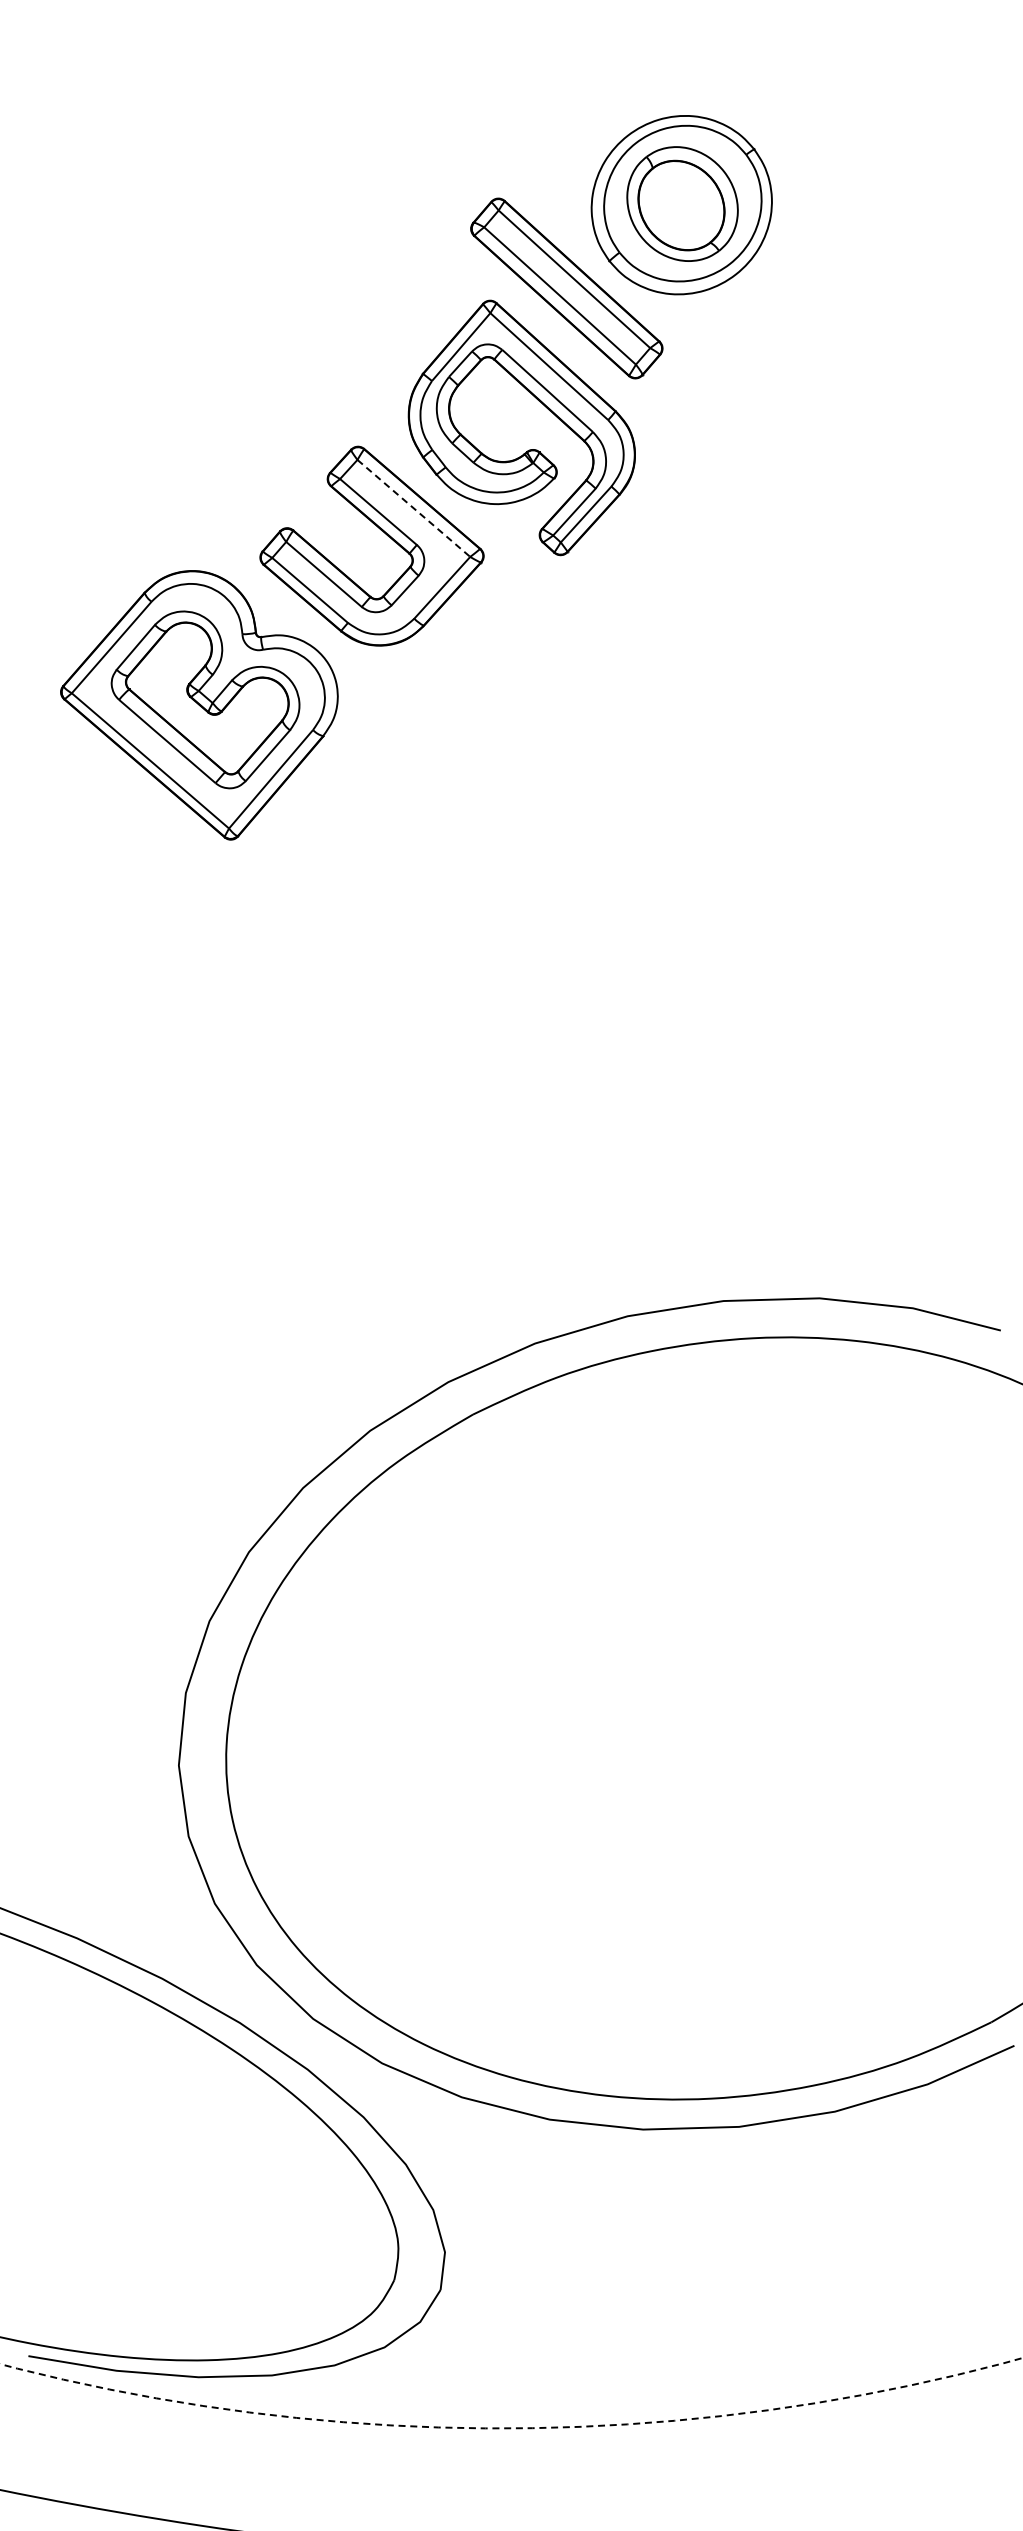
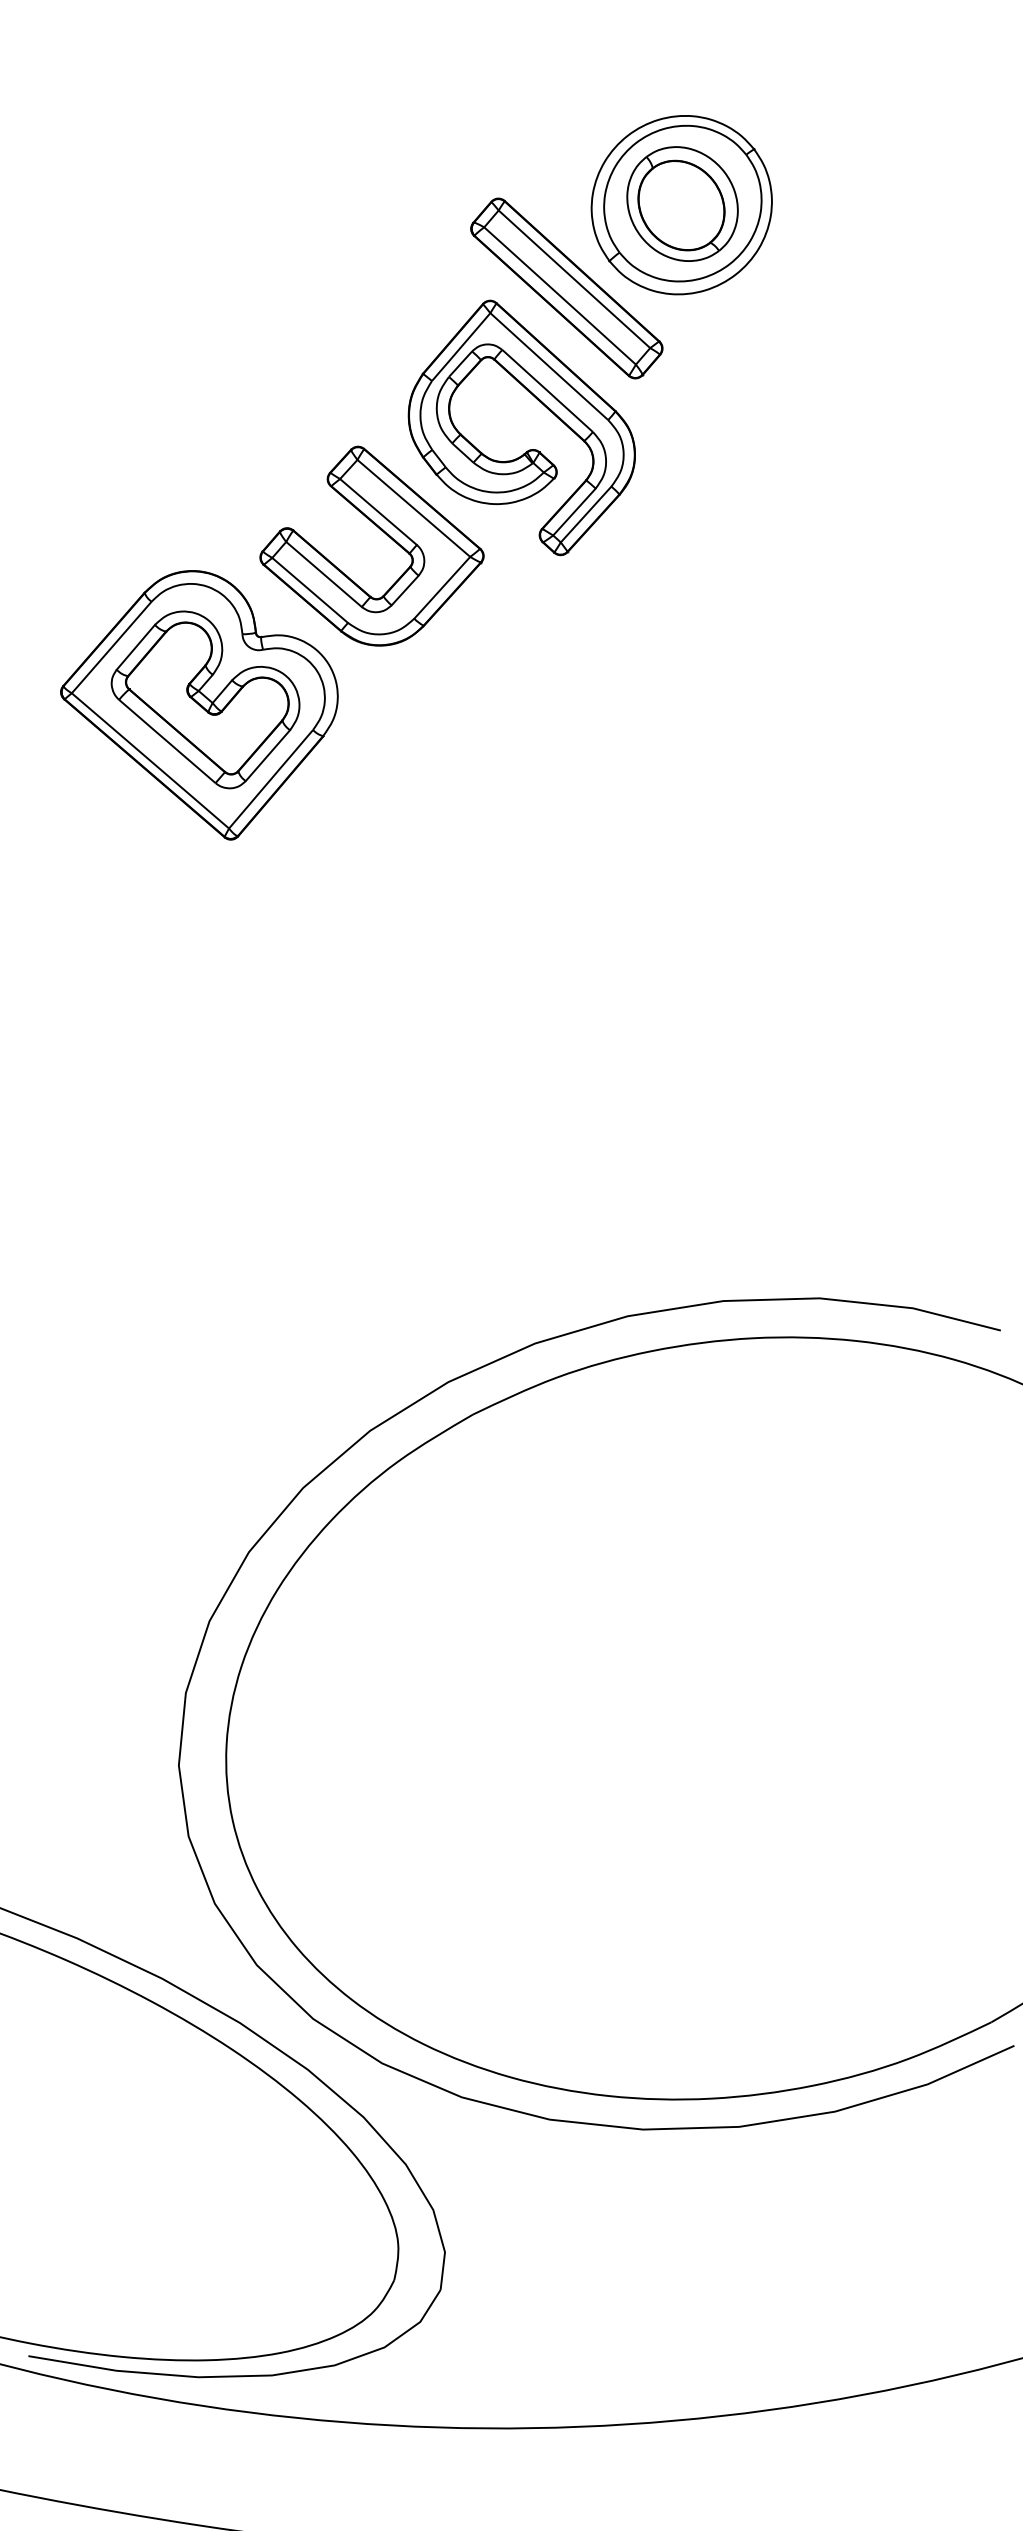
line at (414, 508): dashed -> solid
arc at (511, 2428): dashed -> solid
